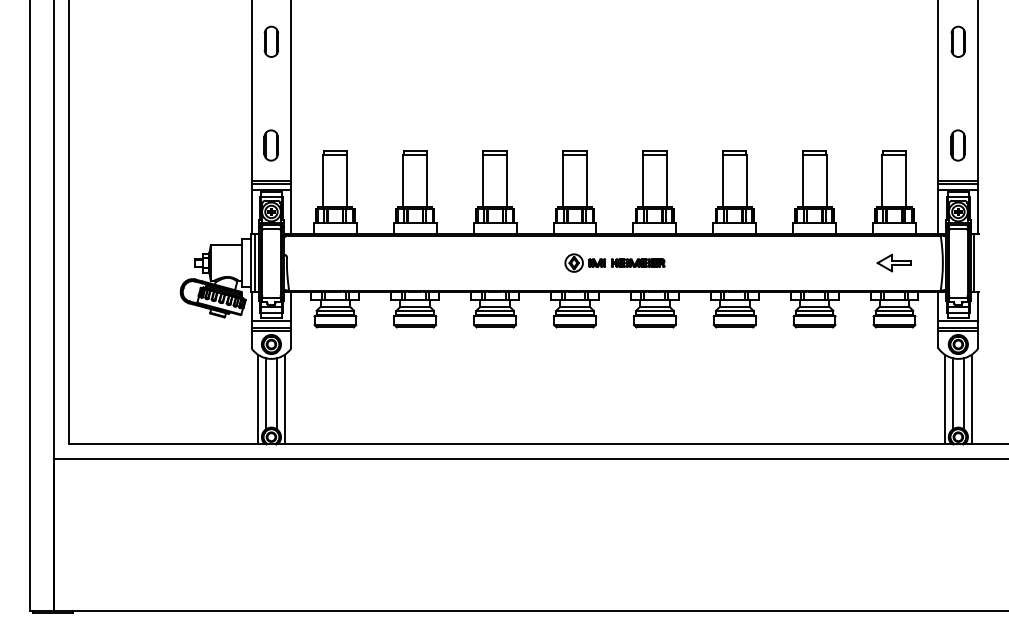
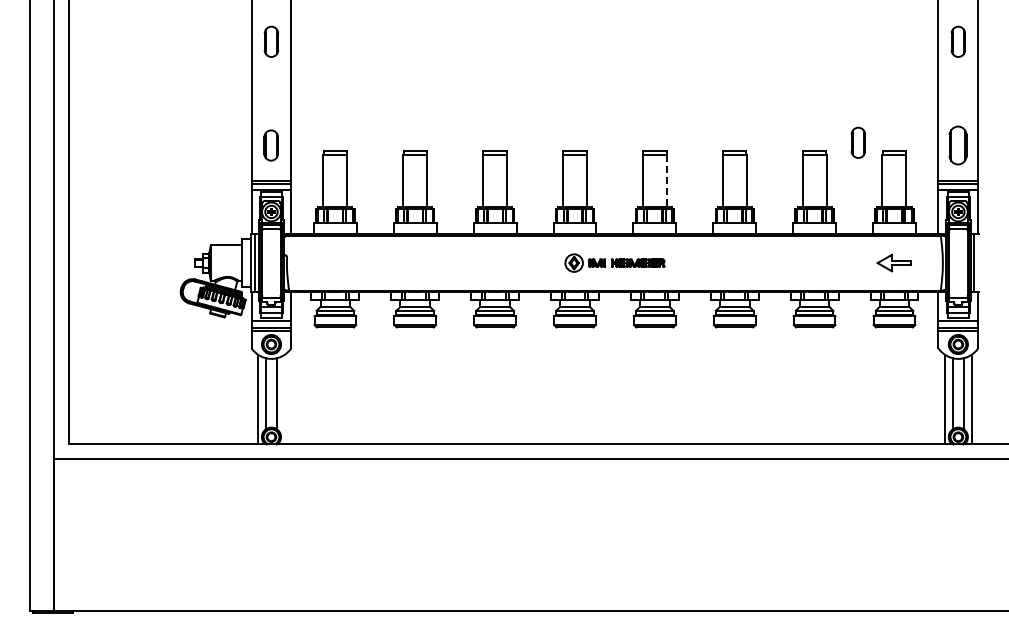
part at (857, 142): none -> present
part at (957, 145) size: 16x33 px -> 20x41 px
line at (666, 180): solid -> dashed
line at (285, 399): present -> none
